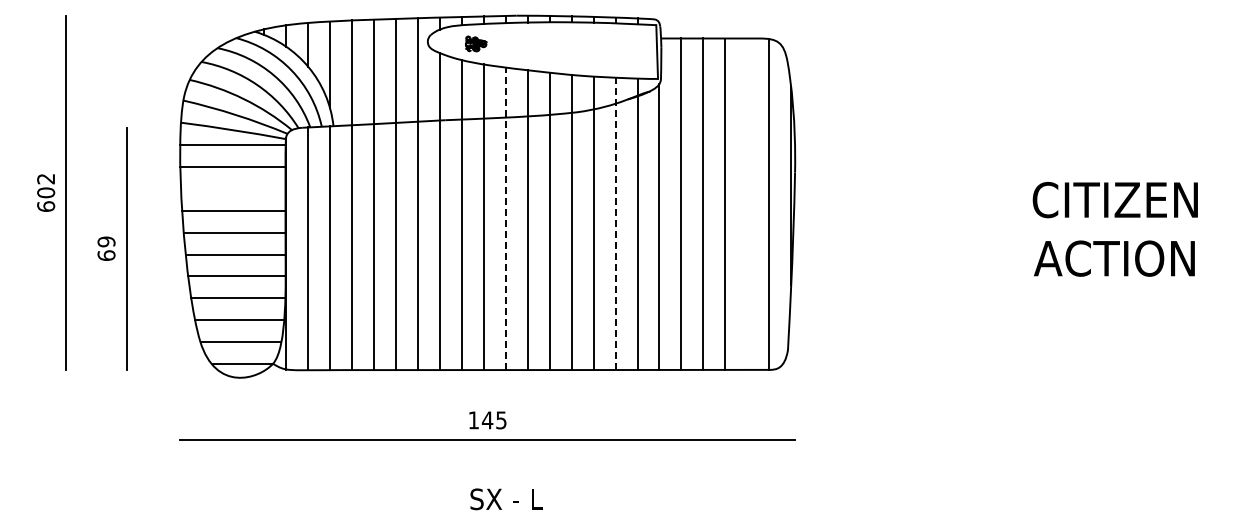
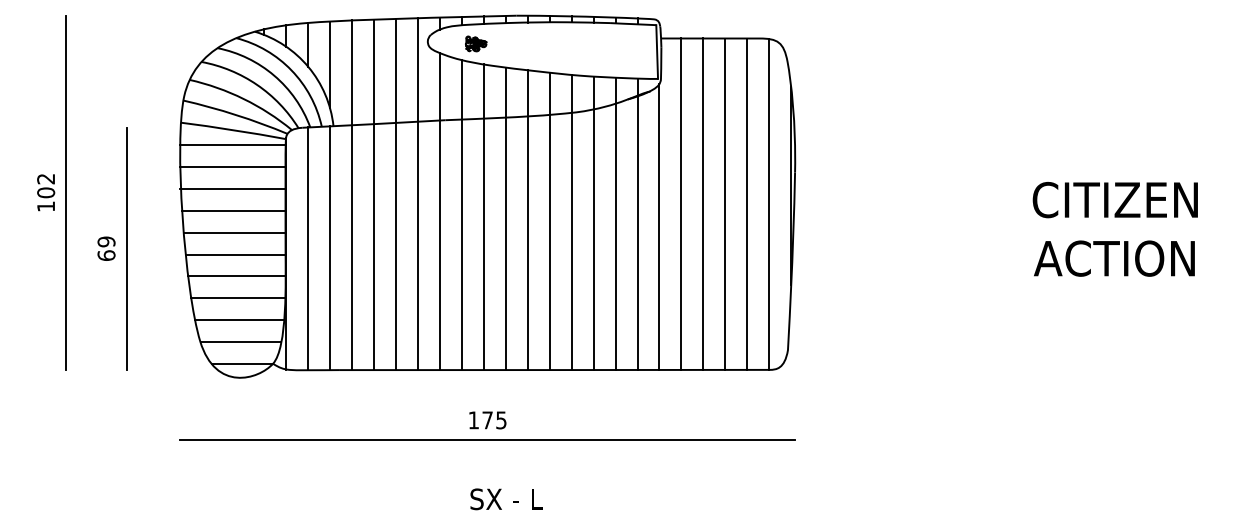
line at (232, 188): none -> present
line at (747, 203): none -> present
text at (46, 206): 602 -> 102
line at (505, 218): dashed -> solid
line at (615, 223): dashed -> solid
text at (487, 420): 145 -> 175
